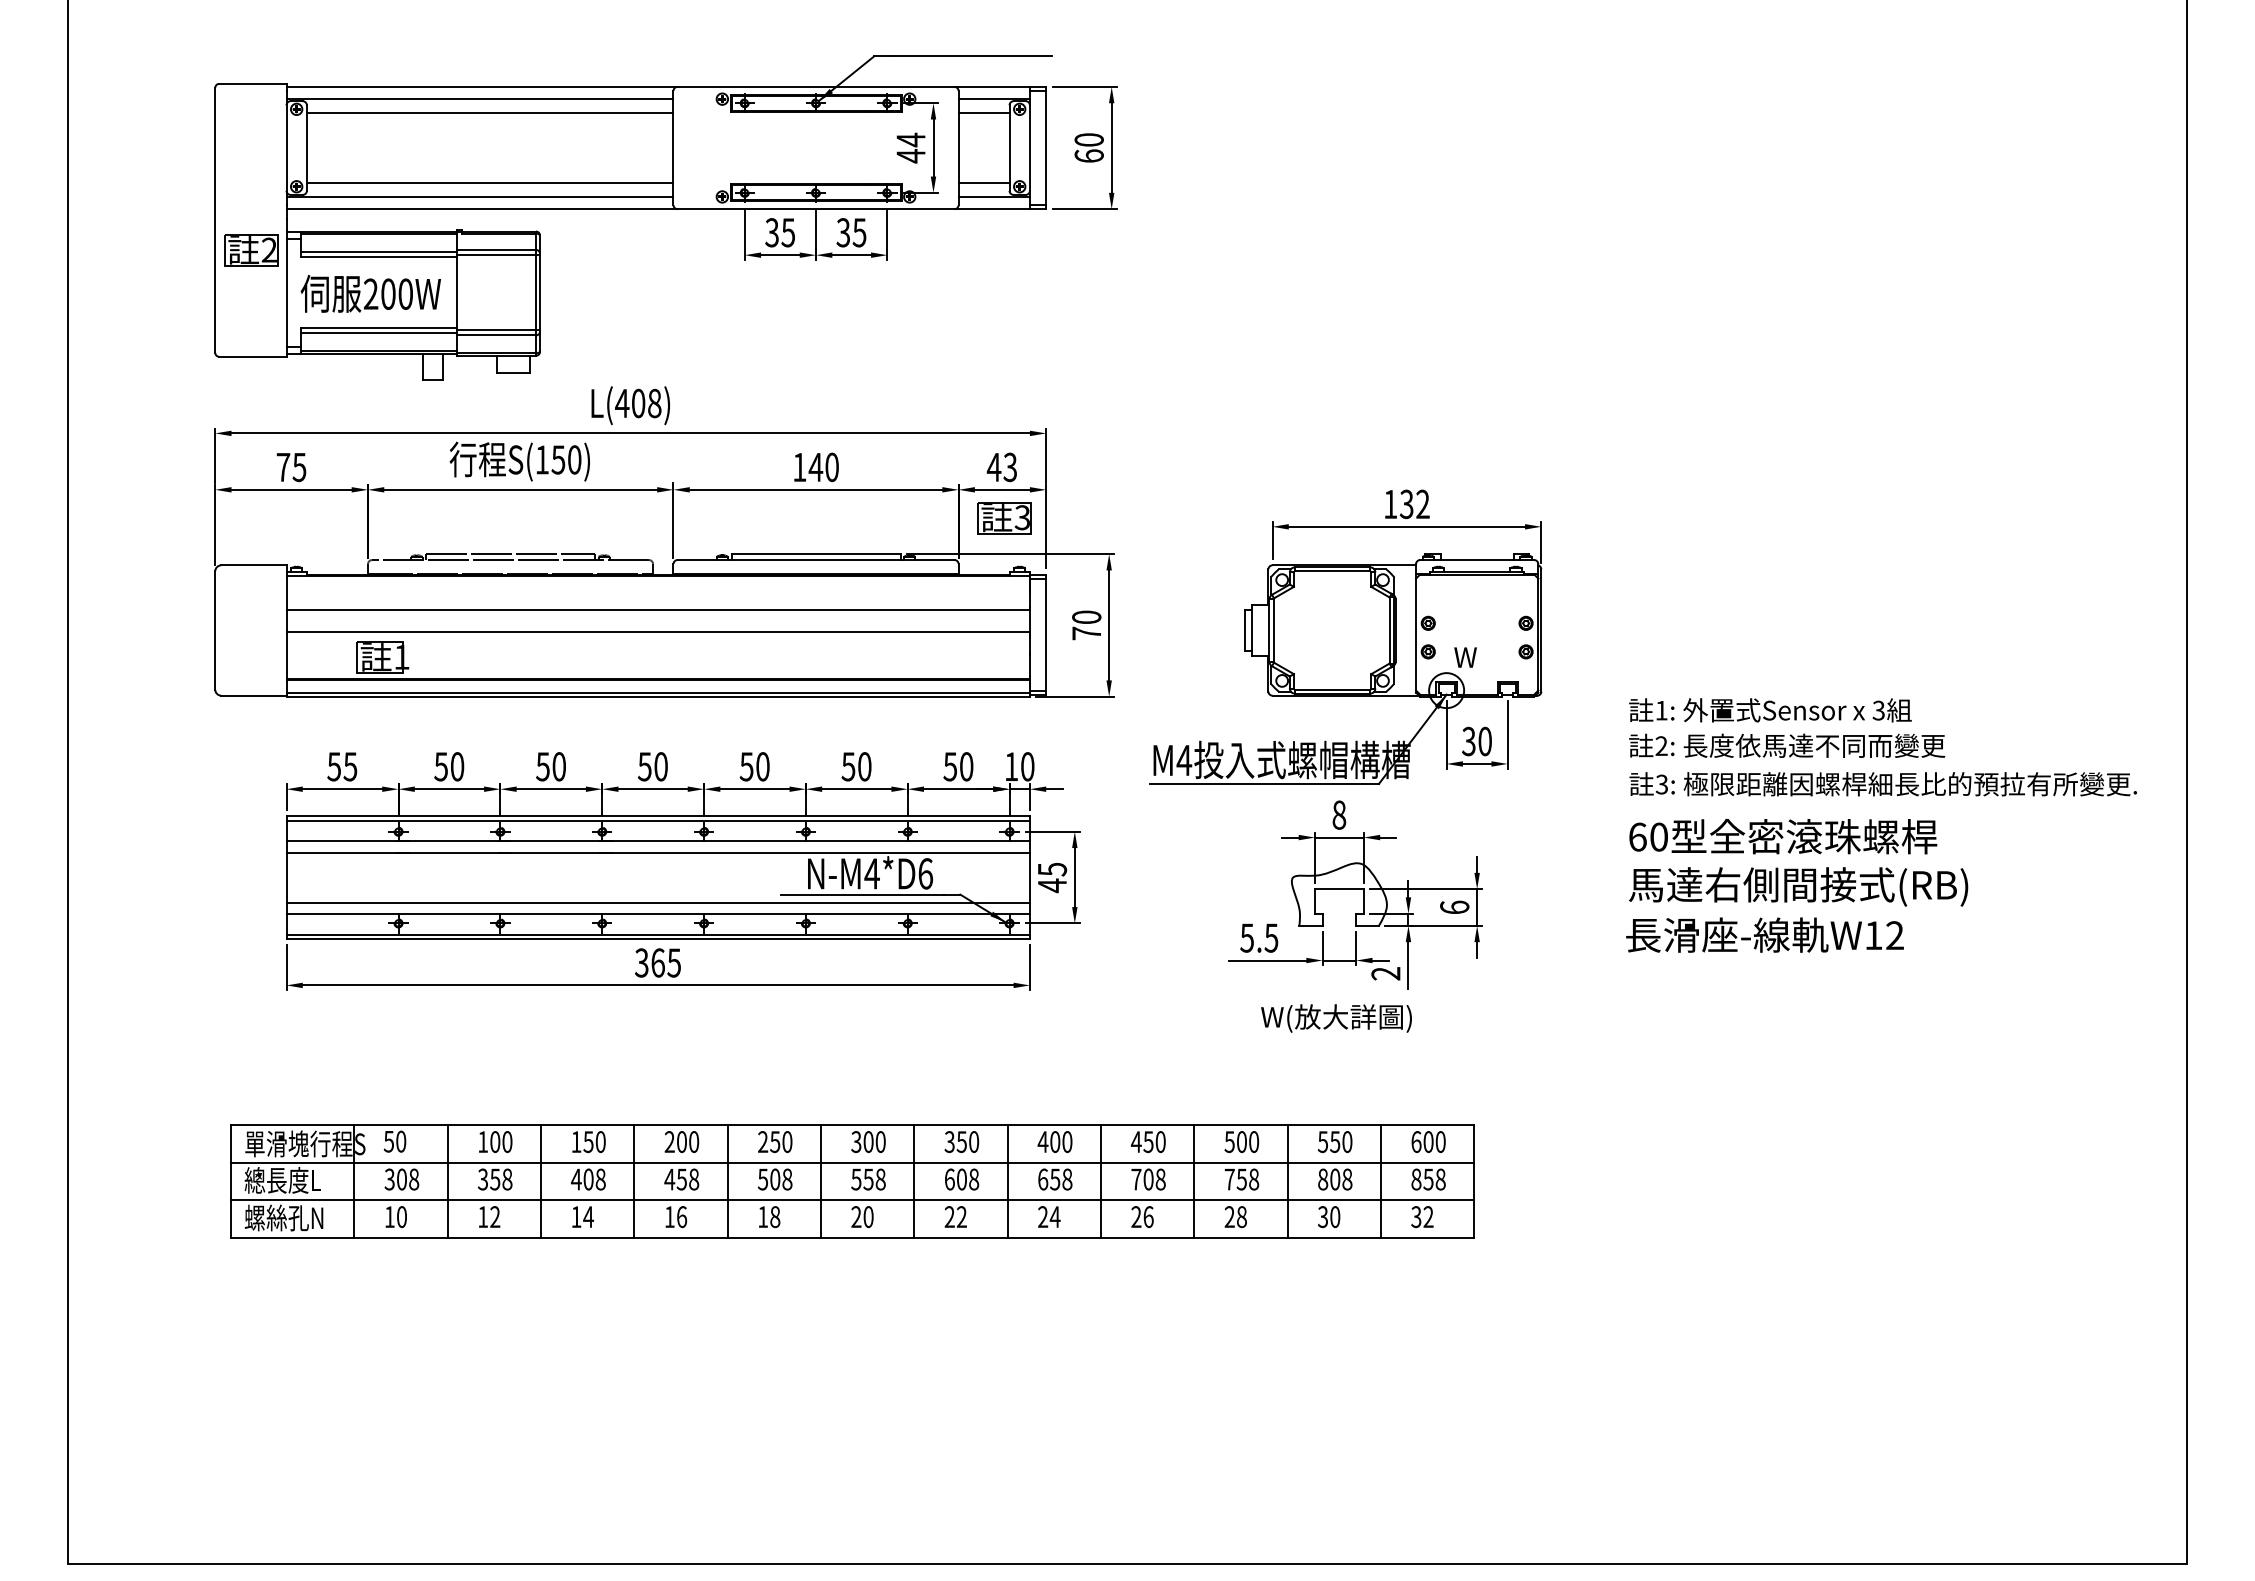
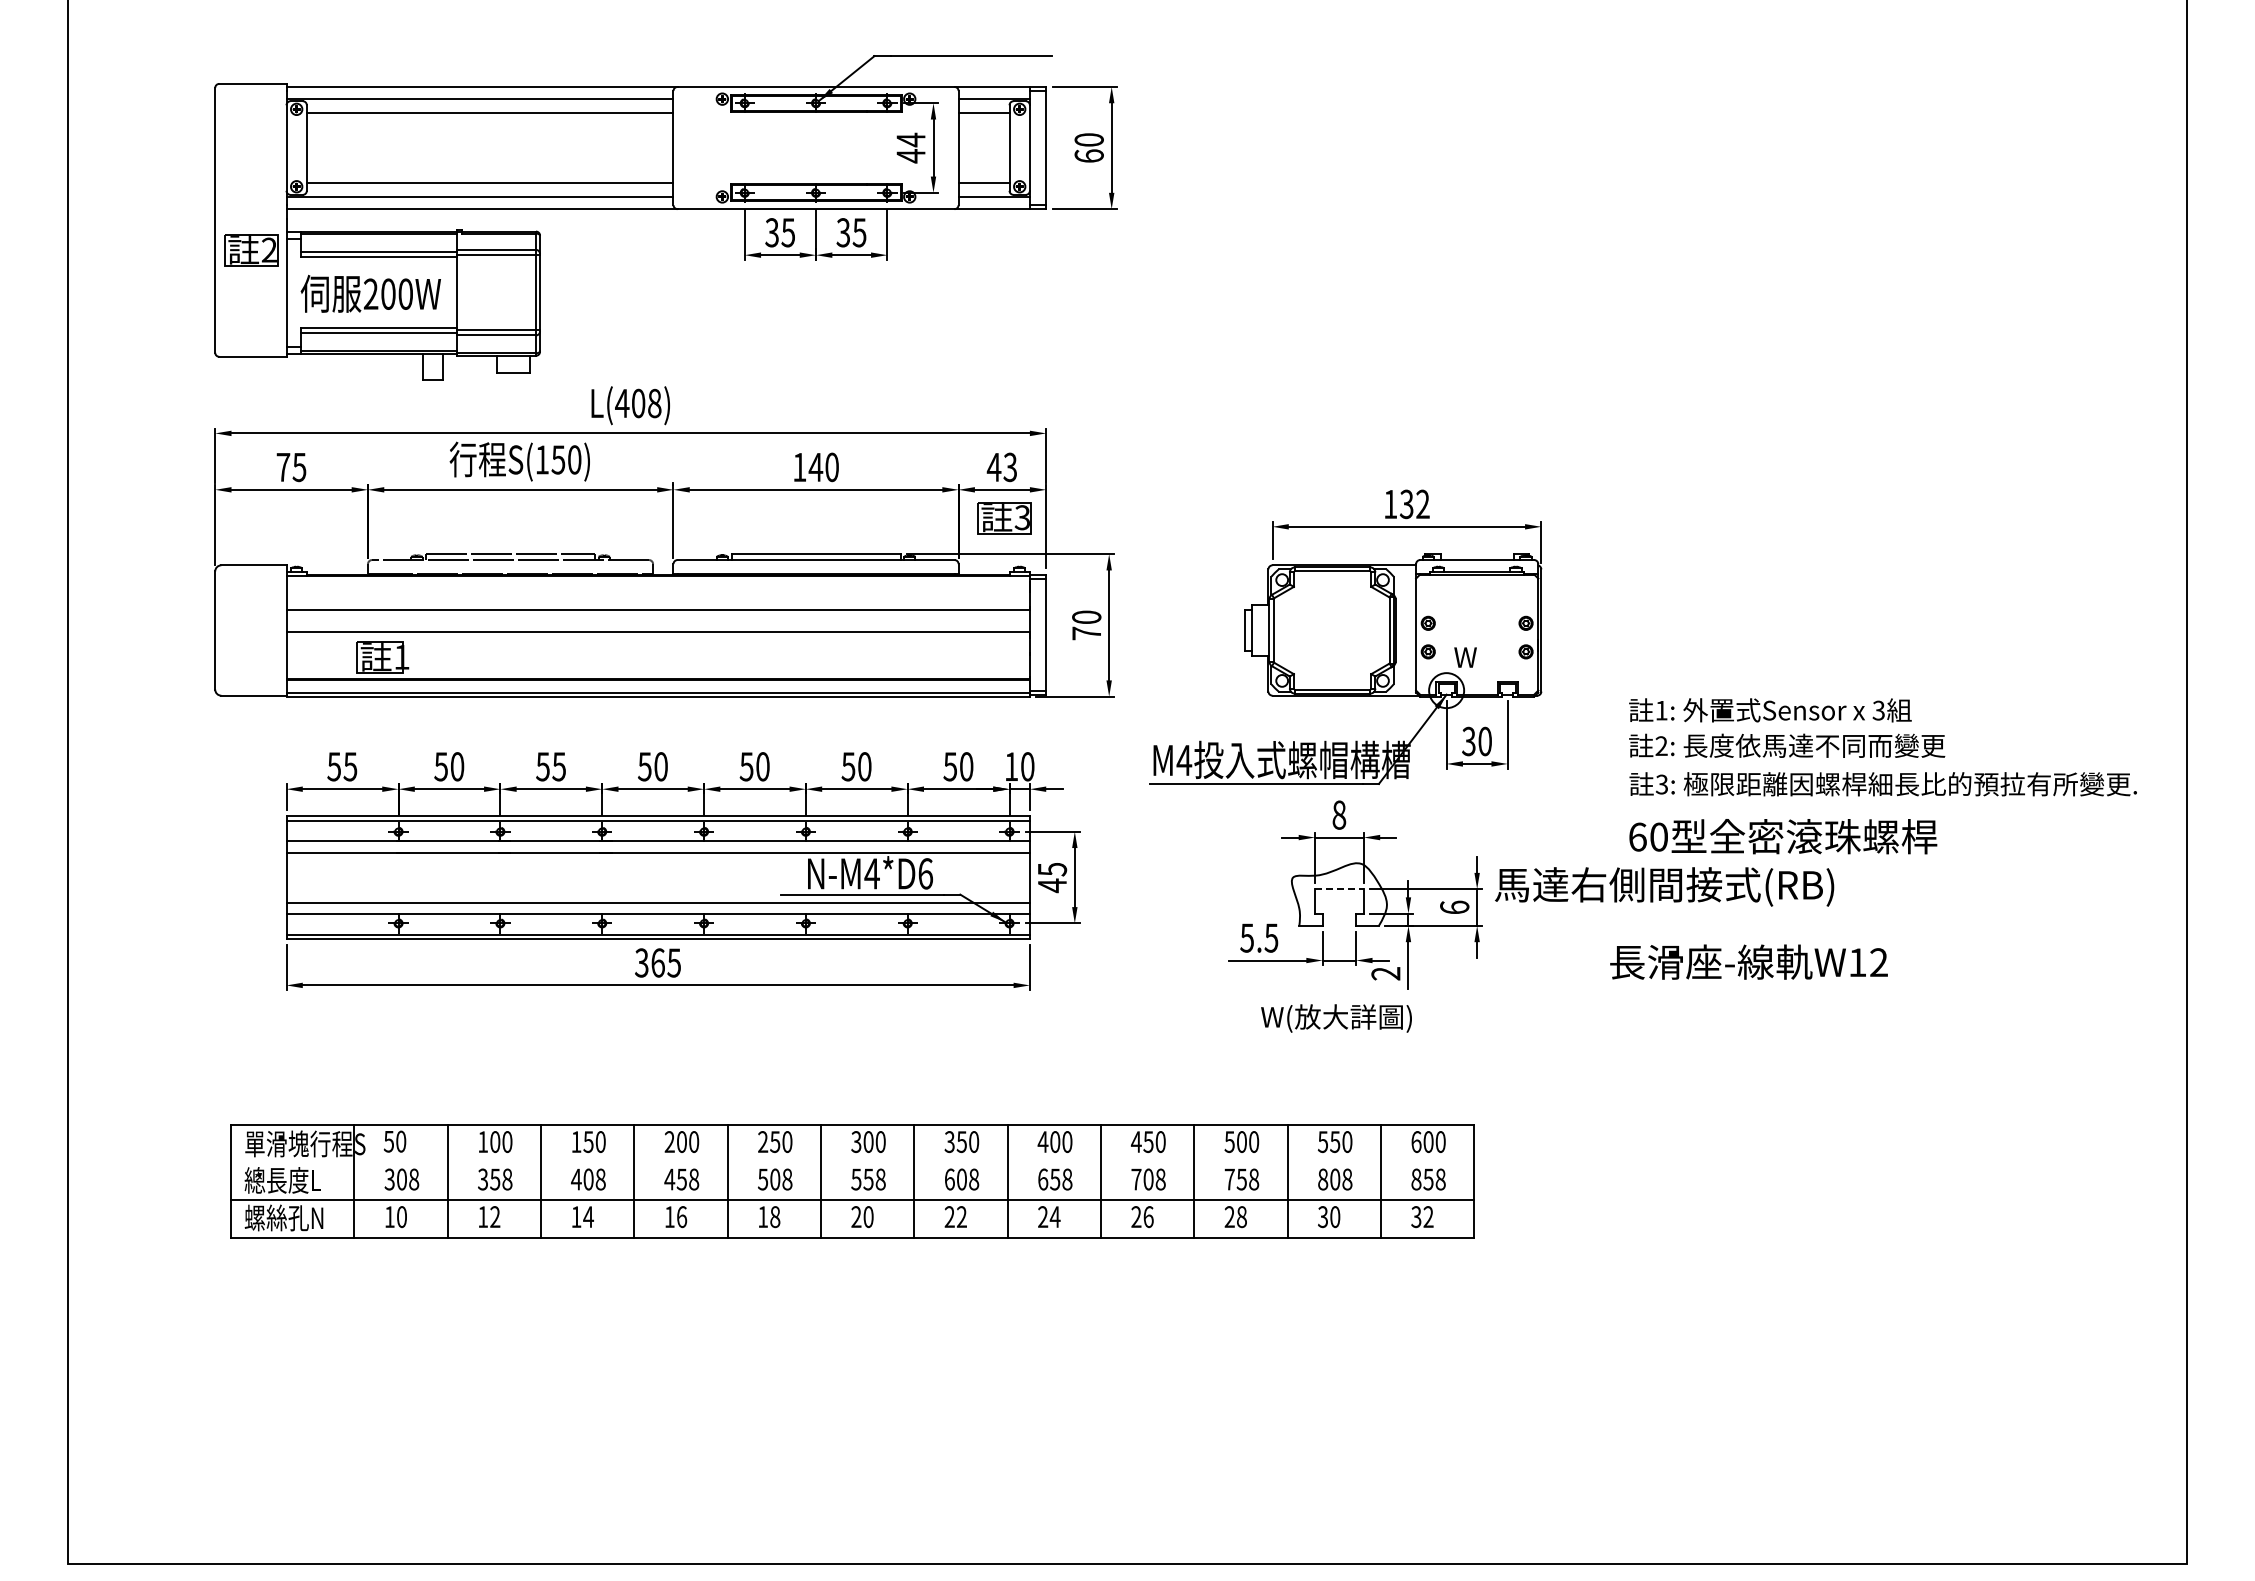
text at (558, 766): 50 -> 55
text at (1798, 886) position: (1798, 886) -> (1664, 886)
line at (1339, 889): solid -> dashed
text at (1764, 934) position: (1764, 934) -> (1748, 961)
line at (852, 1162): present -> none
